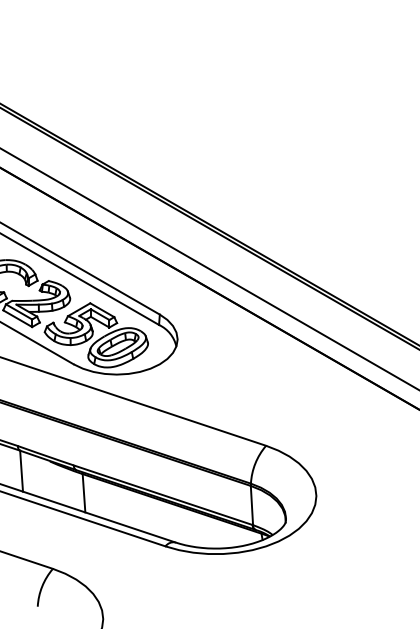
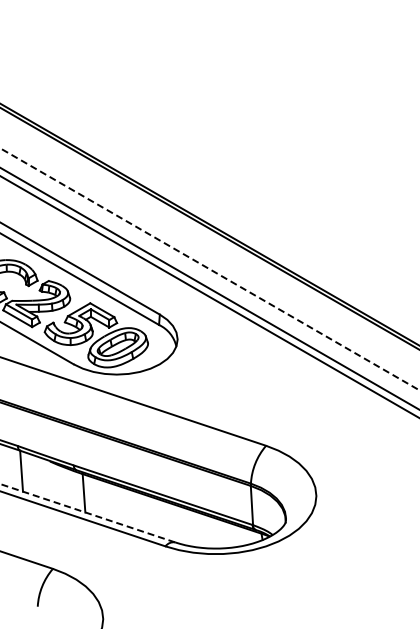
line at (210, 269): solid -> dashed
line at (209, 288) position: (209, 288) -> (209, 296)
line at (87, 513): solid -> dashed
